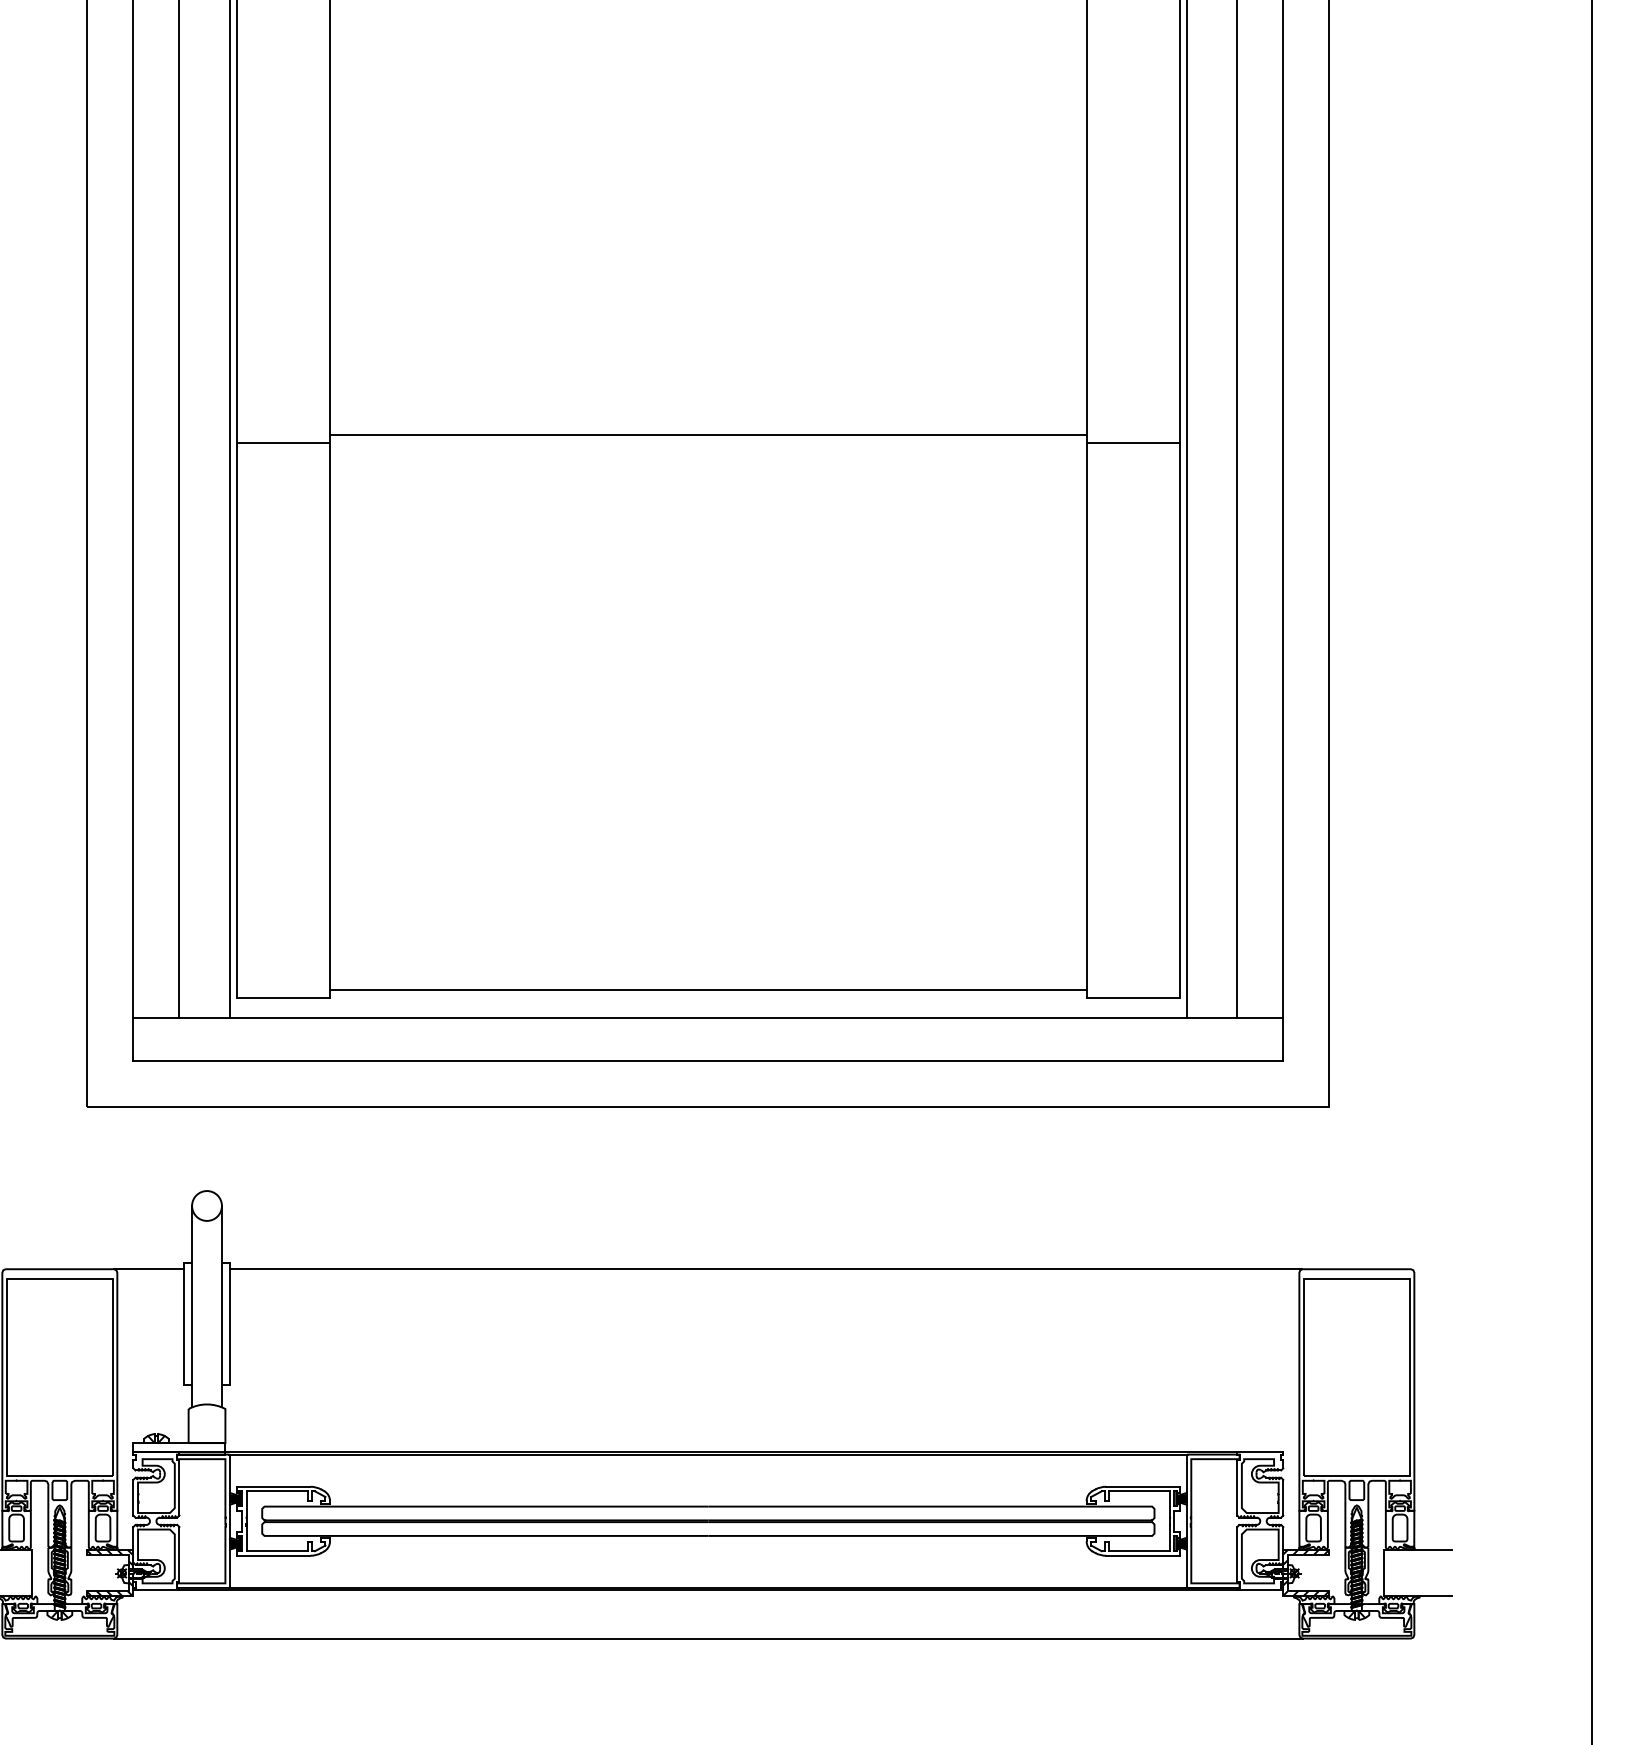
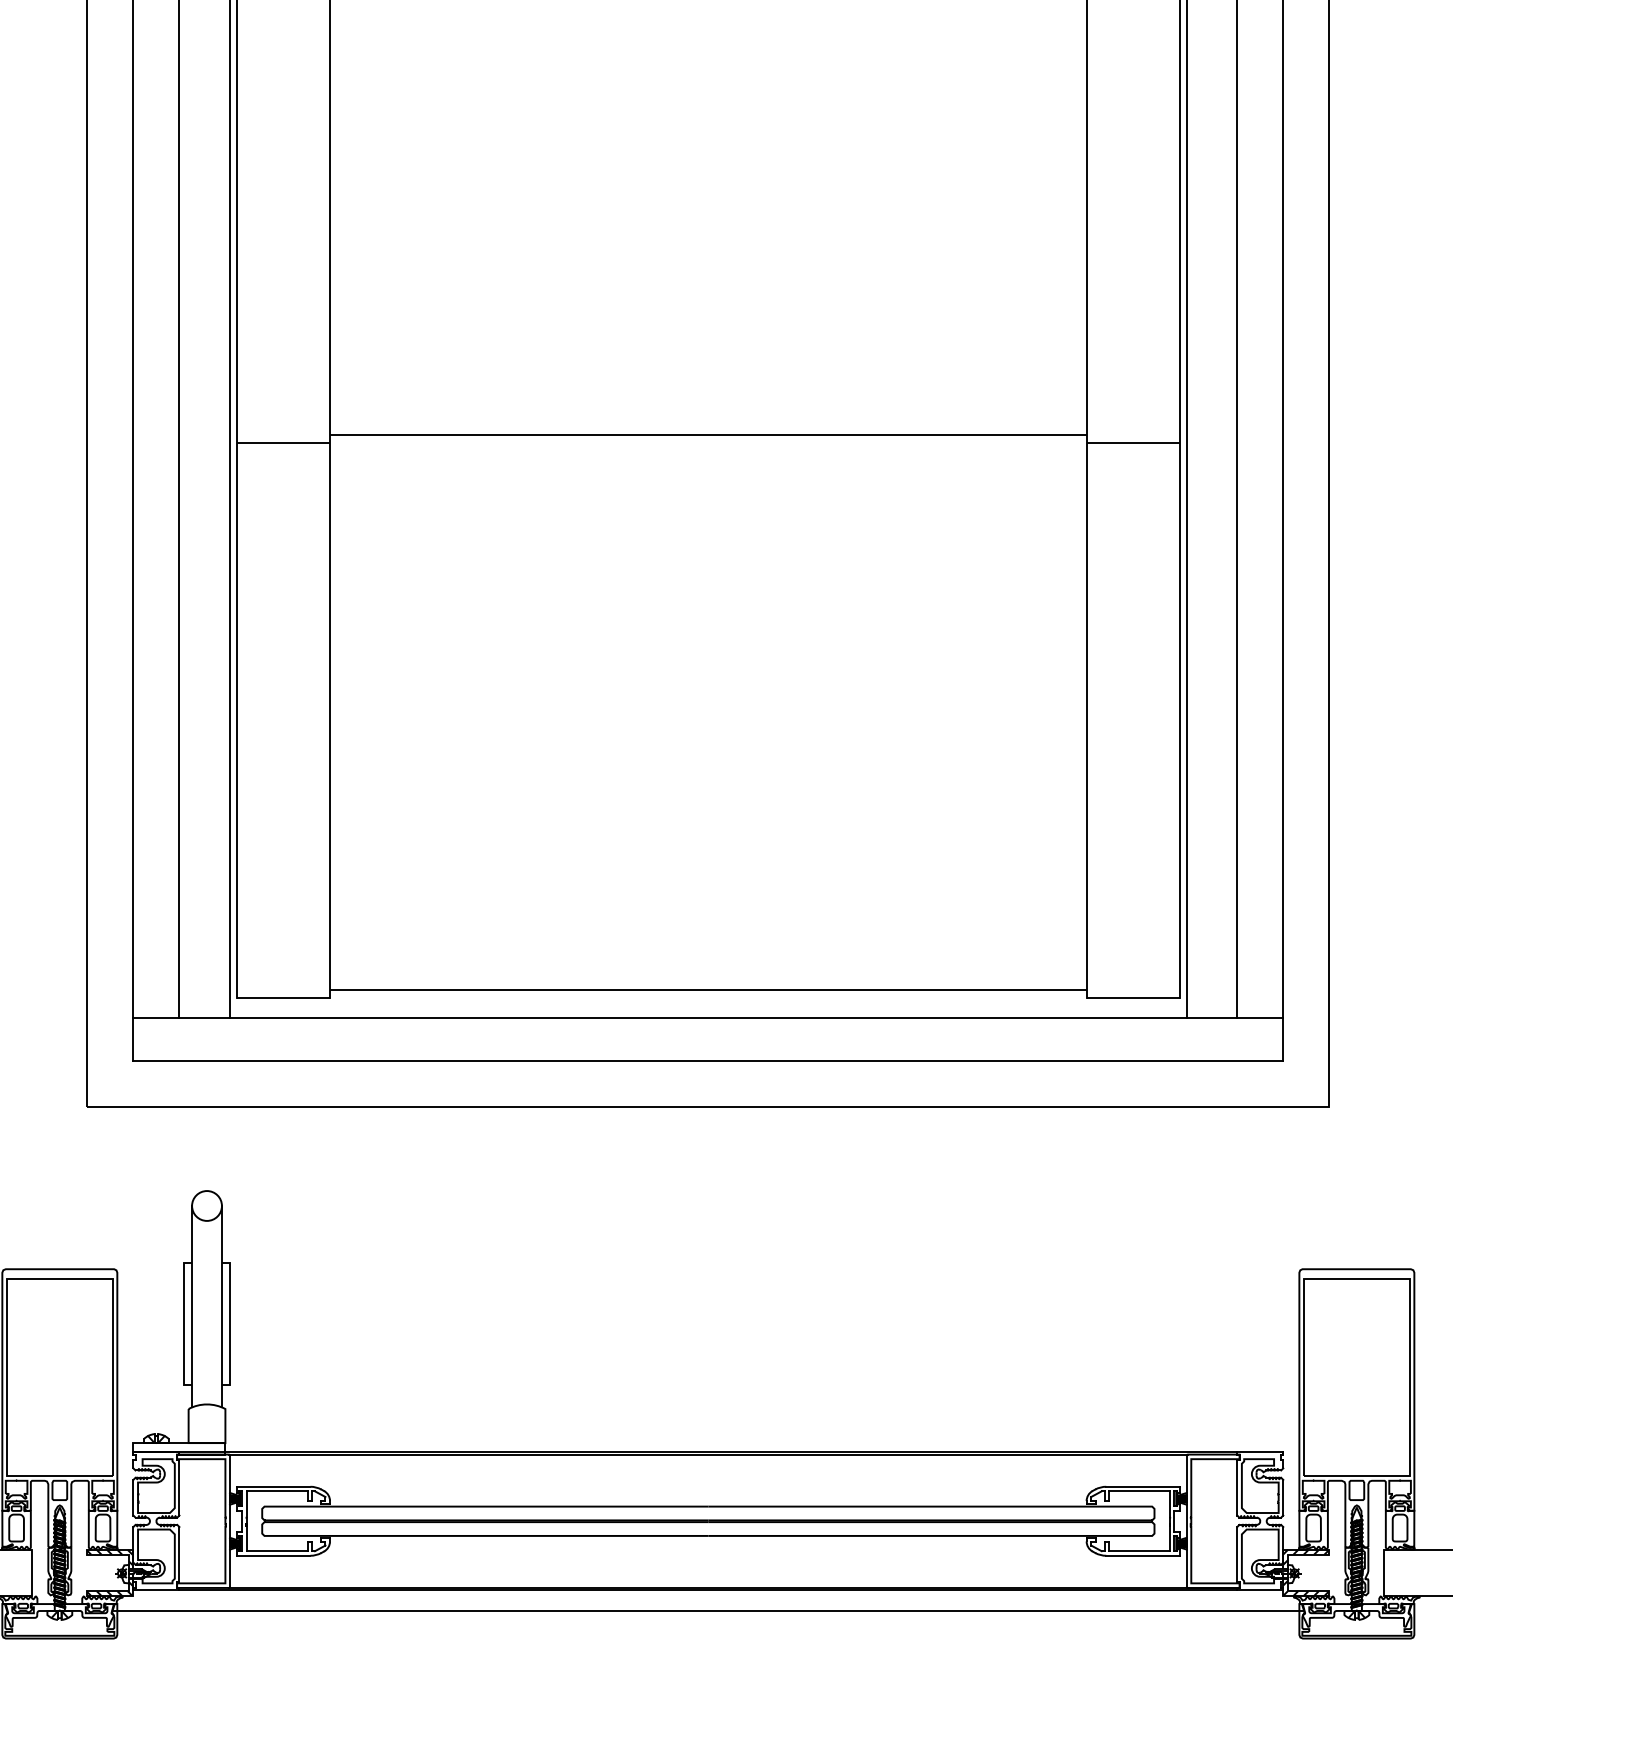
line at (1591, 871): present -> none
line at (149, 1269): present -> none
line at (766, 1269): present -> none
line at (707, 1638) position: (707, 1638) -> (707, 1610)
